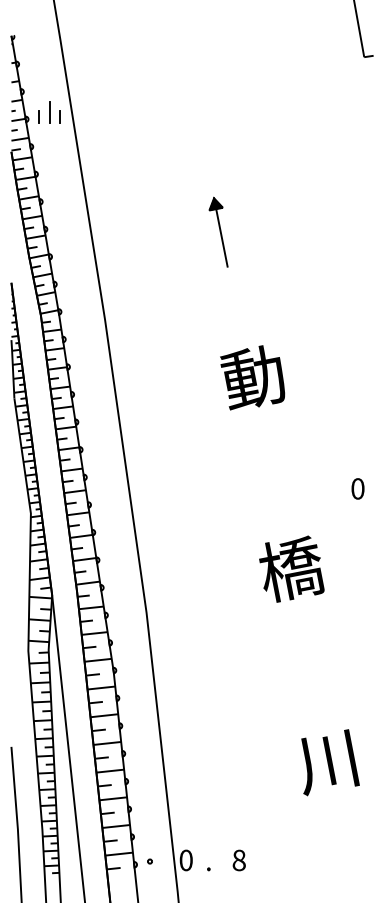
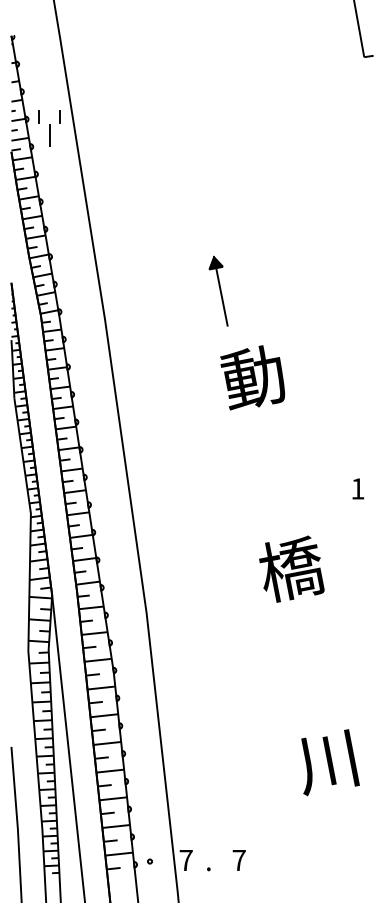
line at (49, 112) position: (49, 112) -> (49, 135)
part at (218, 231) position: (218, 231) -> (218, 290)
text at (357, 488): 0 -> 1
text at (185, 860): 0 -> 7
text at (238, 860): 8 -> 7
